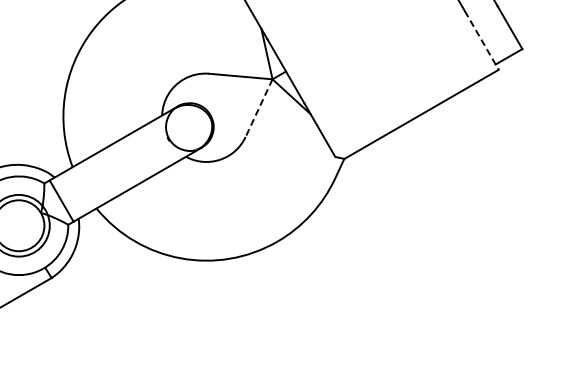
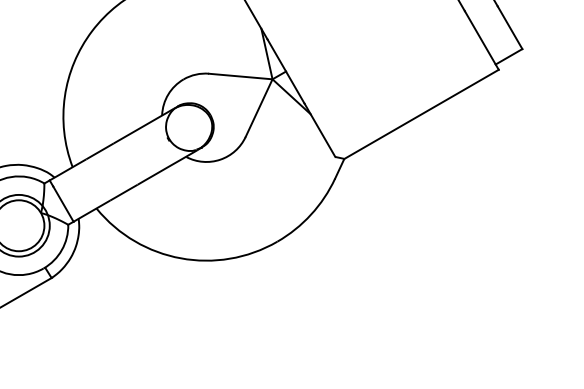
line at (481, 40): dashed -> solid
line at (259, 108): dashed -> solid
